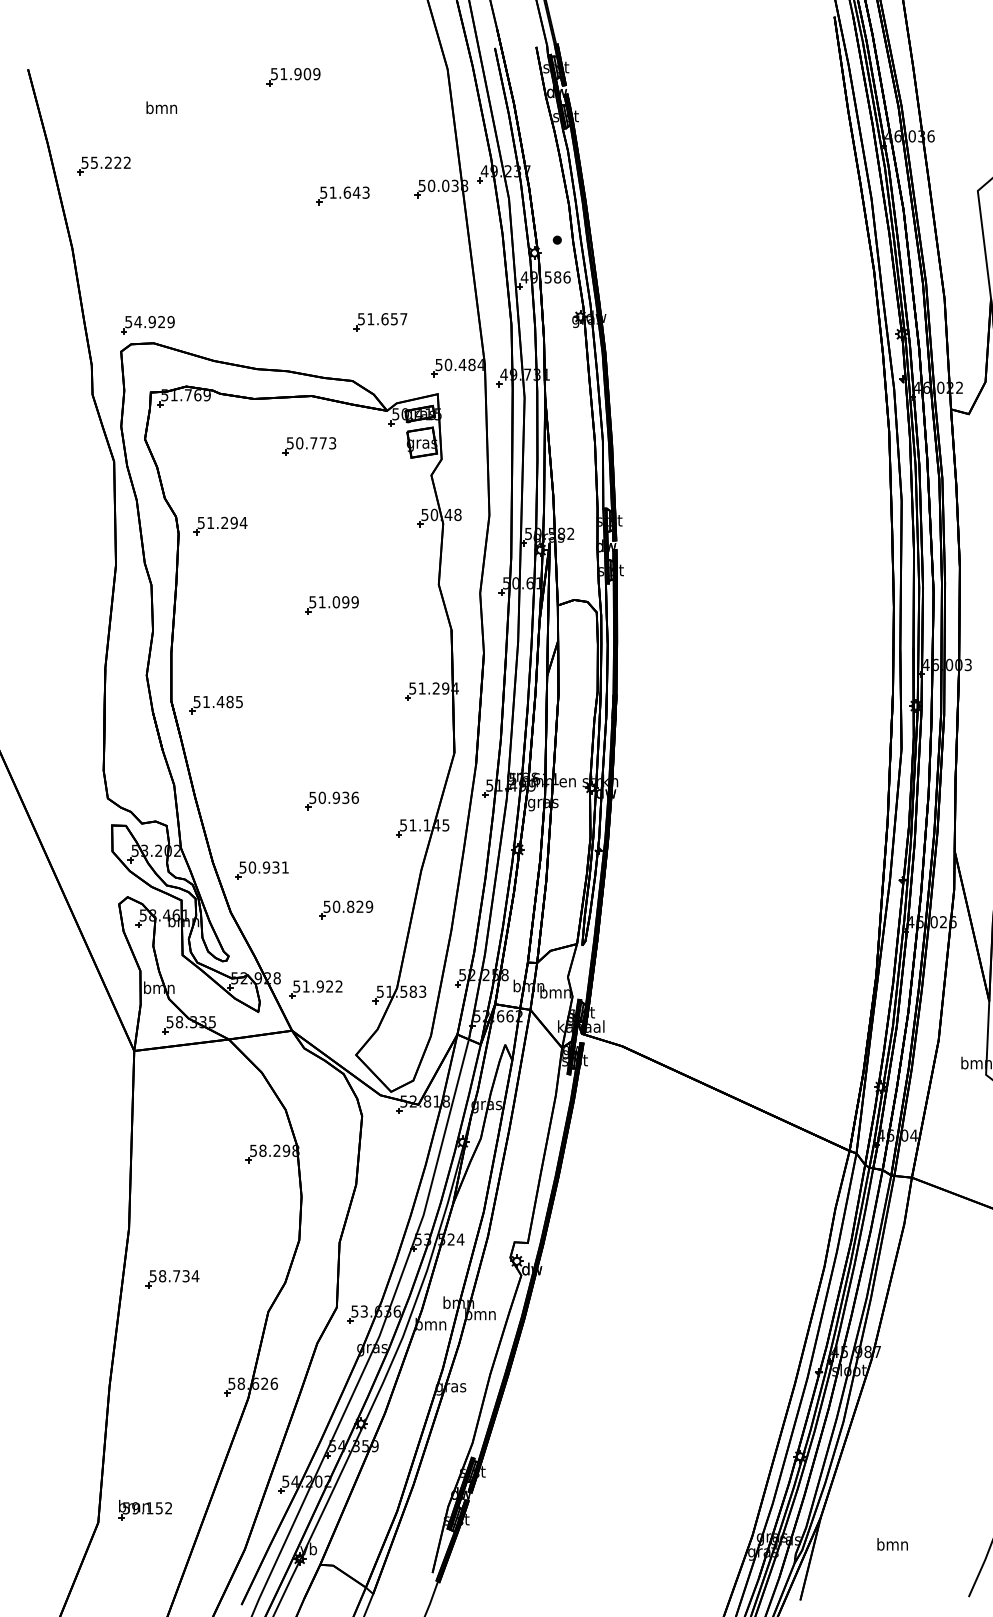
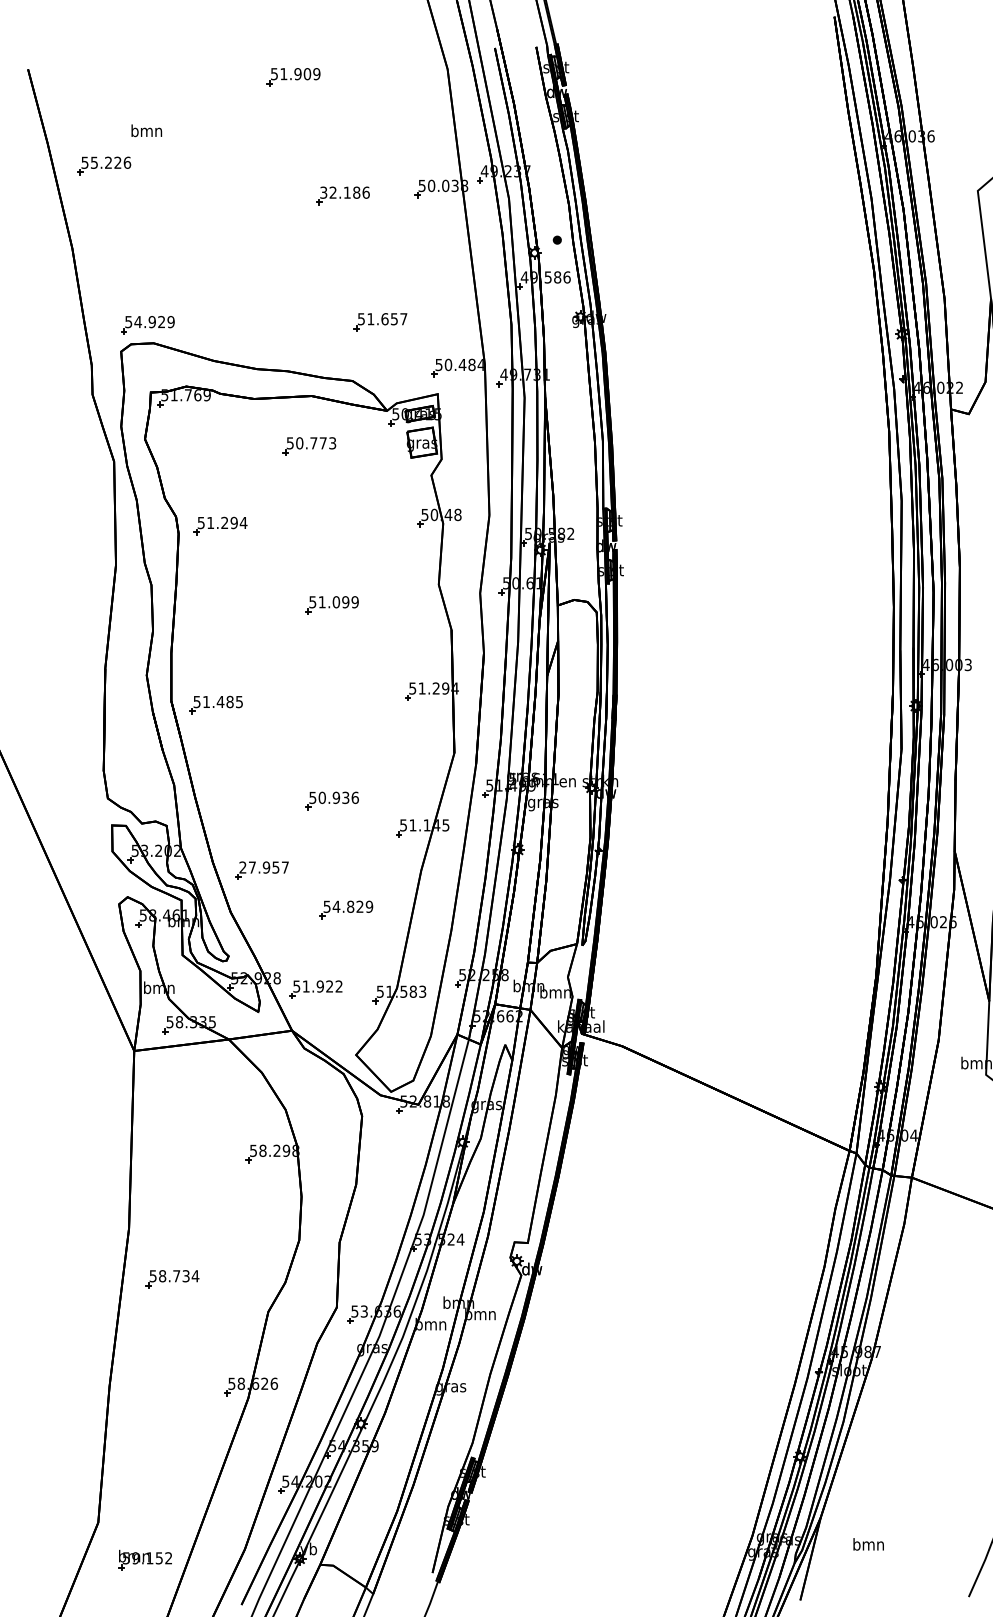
text at (161, 107) position: (161, 107) -> (146, 130)
text at (127, 162): 55.222 -> 55.226
text at (344, 192): 51.643 -> 32.186
text at (263, 867): 50.931 -> 27.957
text at (336, 906): 50.829 -> 54.829
part at (144, 1509) position: (144, 1509) -> (144, 1559)
text at (892, 1544) position: (892, 1544) -> (868, 1544)
